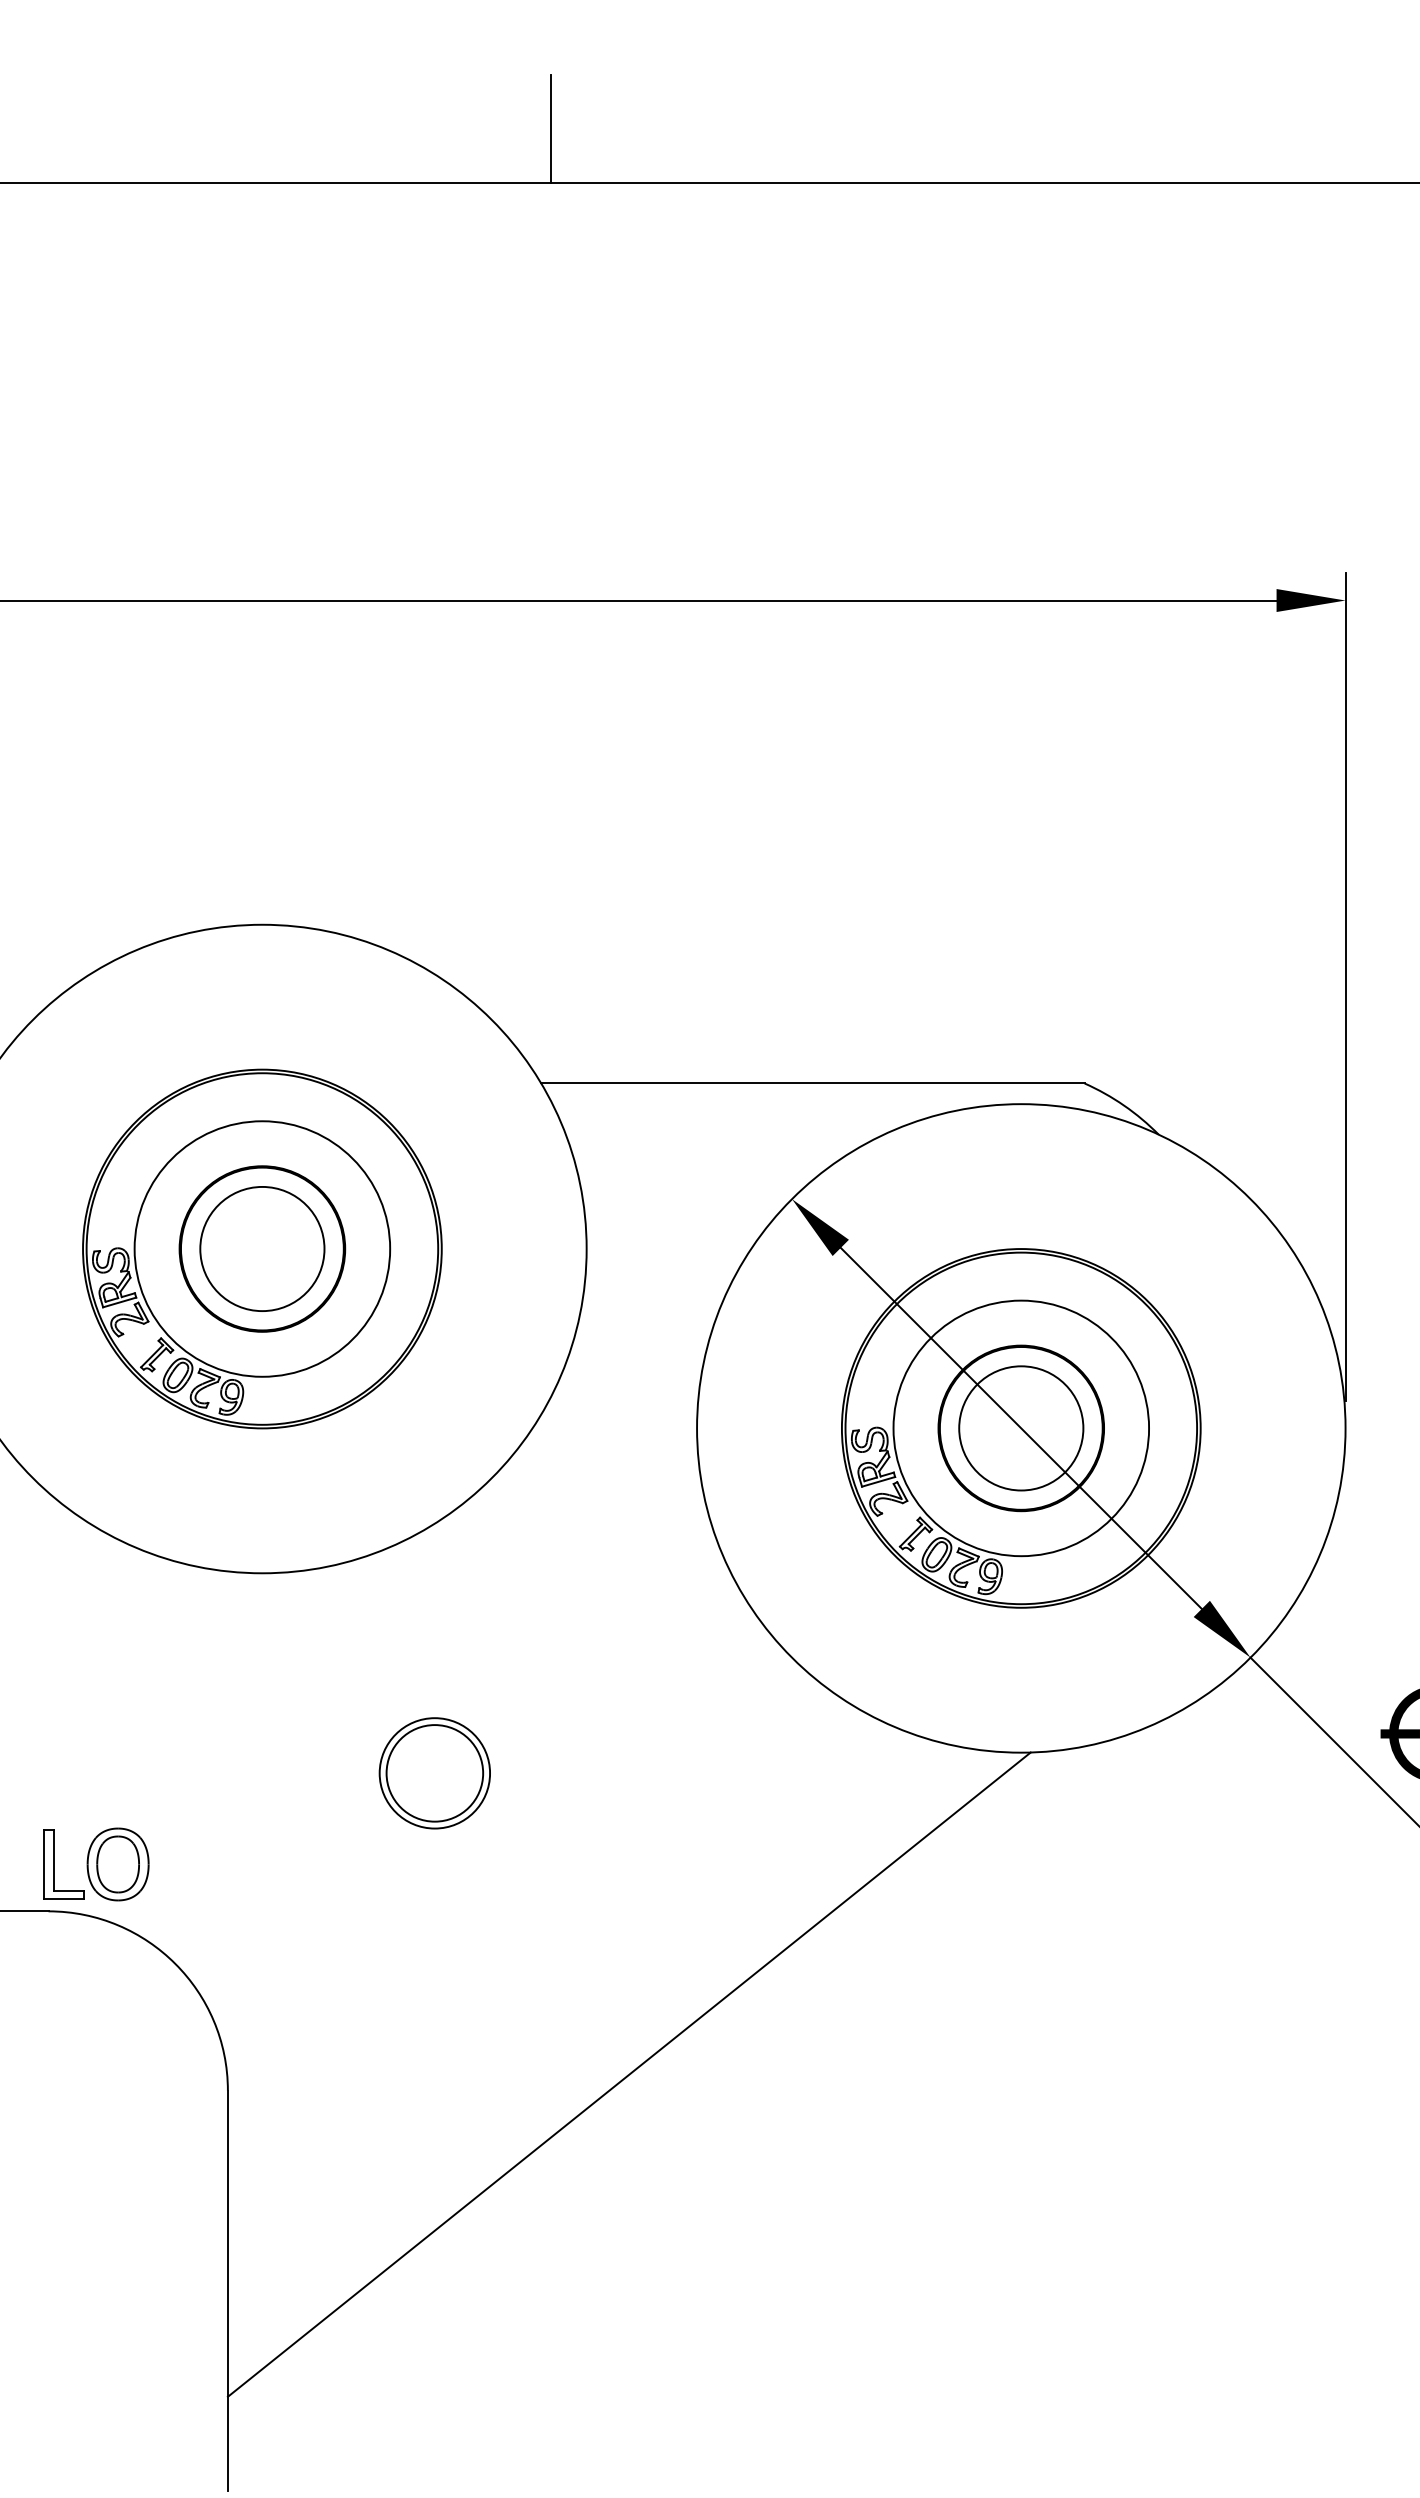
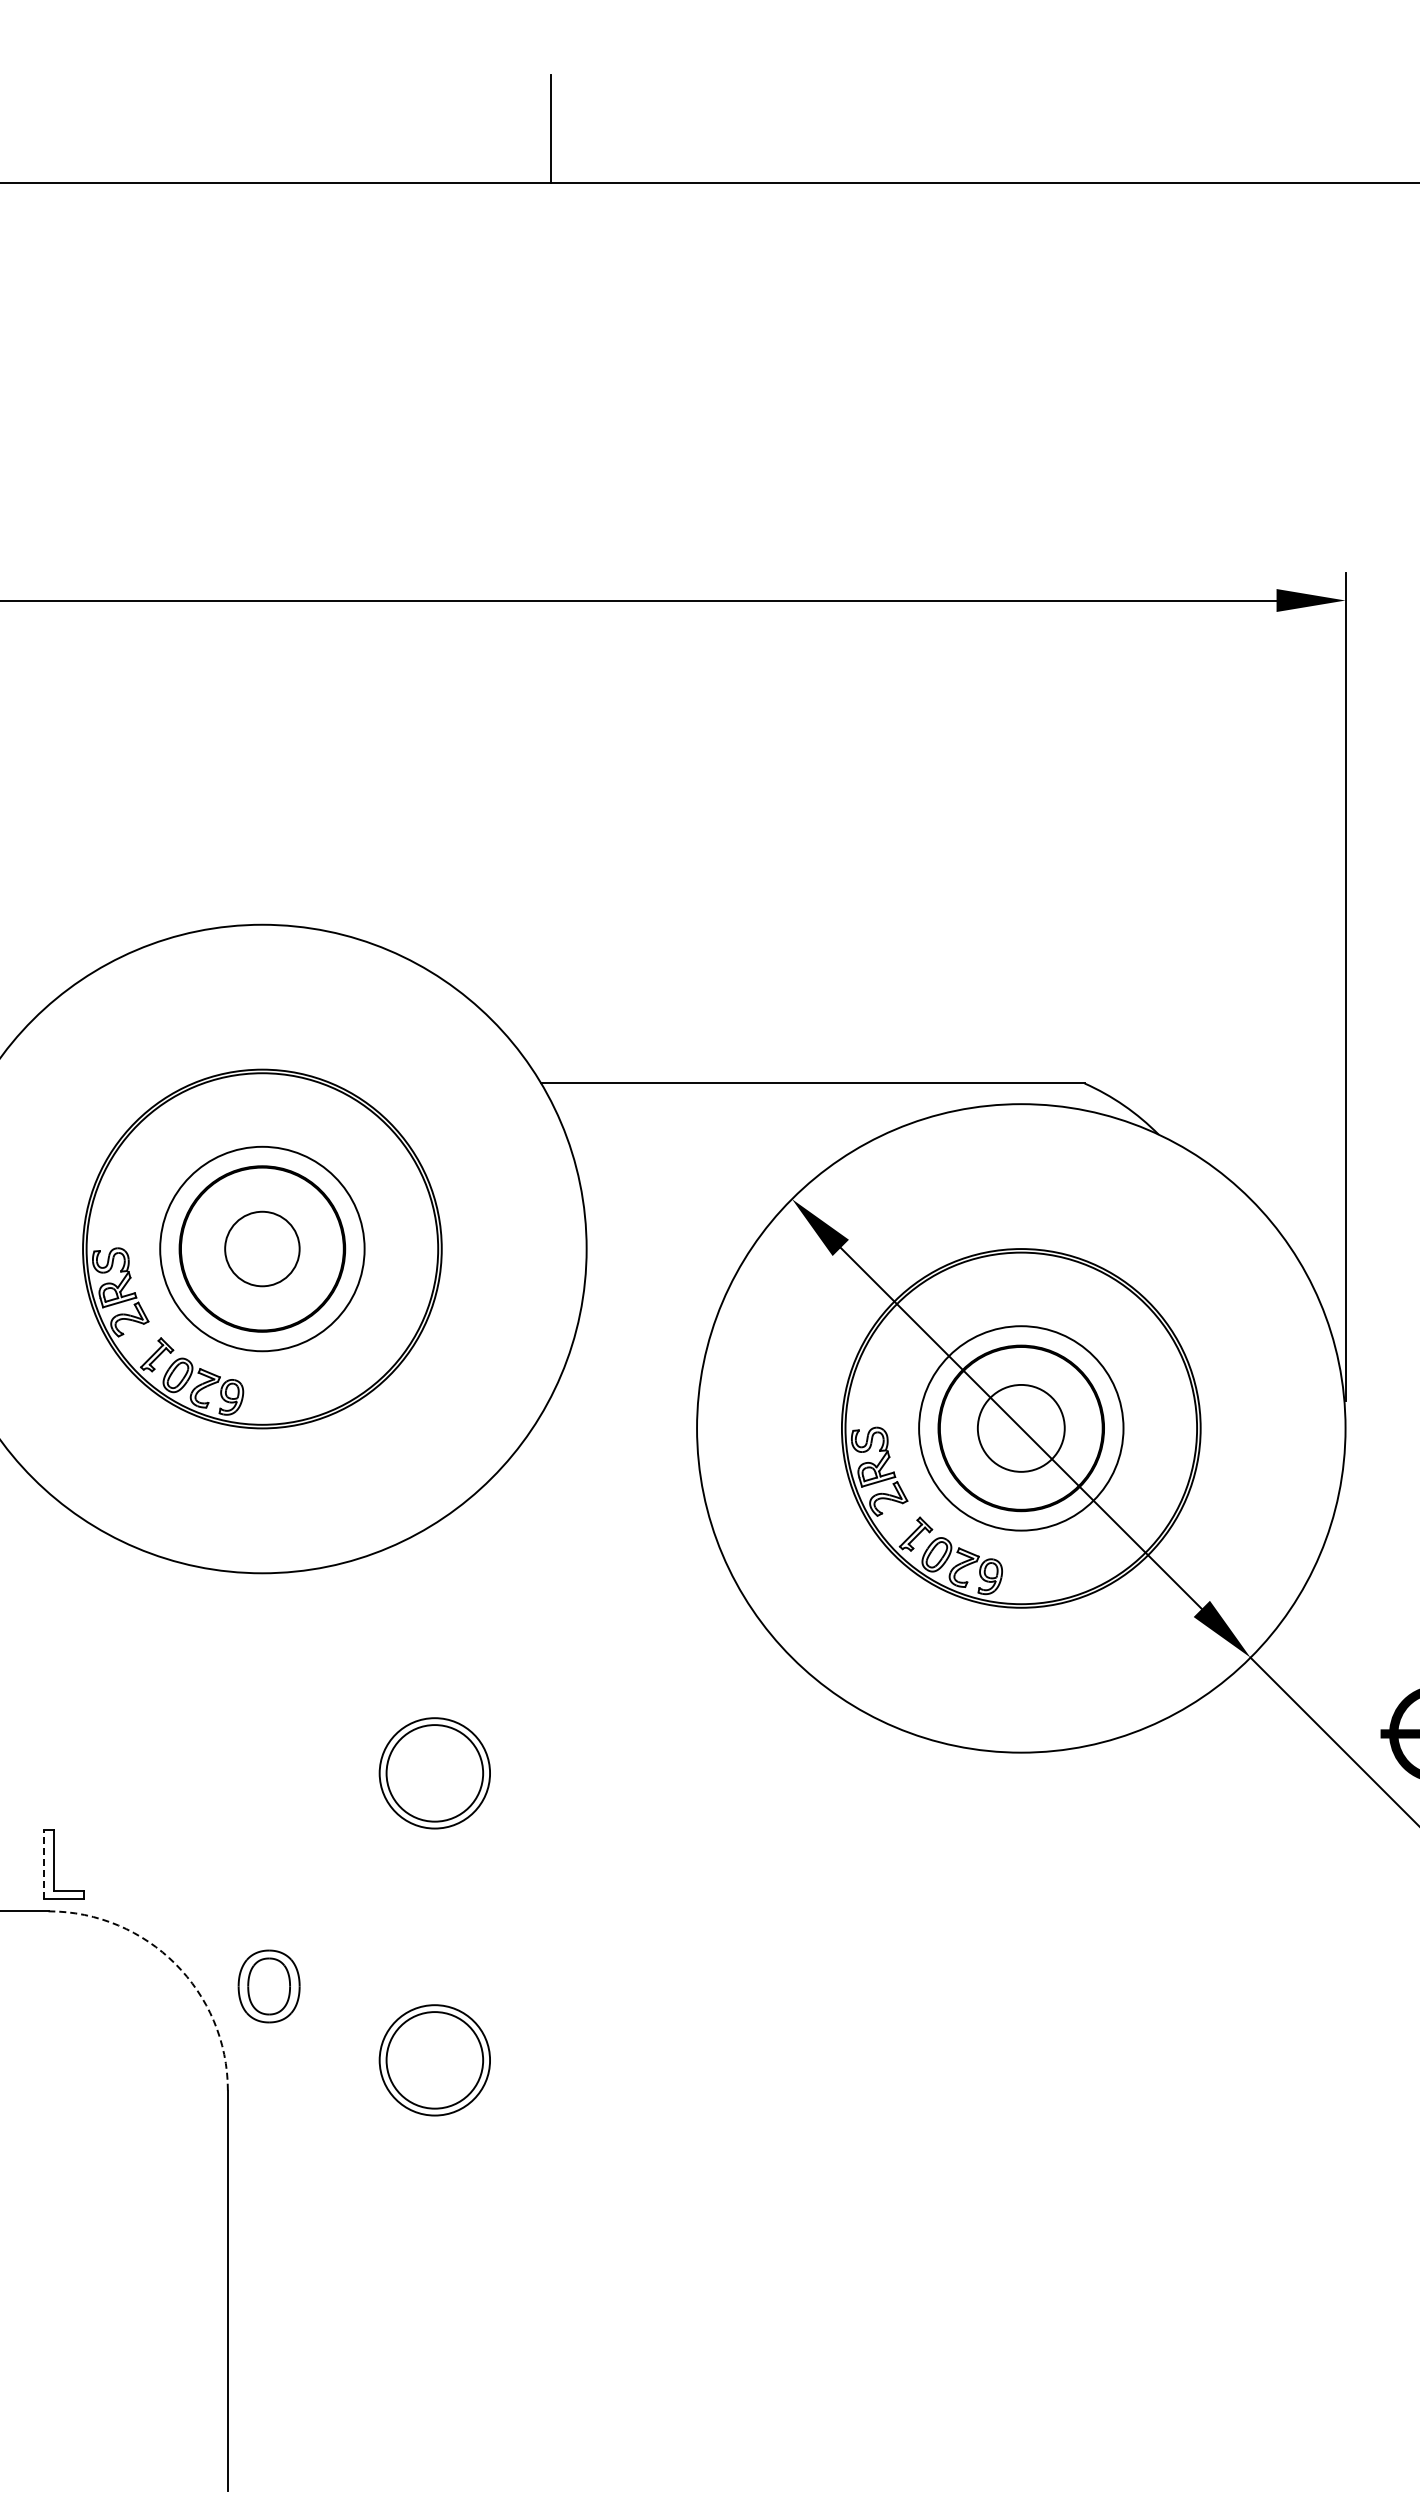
circle at (262, 1248) diameter: 124 px -> 75 px
circle at (262, 1248) diameter: 256 px -> 204 px
circle at (1021, 1428) diameter: 124 px -> 87 px
circle at (1021, 1428) diameter: 256 px -> 204 px
line at (44, 1864): solid -> dashed
part at (117, 1864) position: (117, 1864) -> (268, 1986)
arc at (175, 1963): solid -> dashed
part at (434, 2060): none -> present
line at (628, 2074): present -> none
